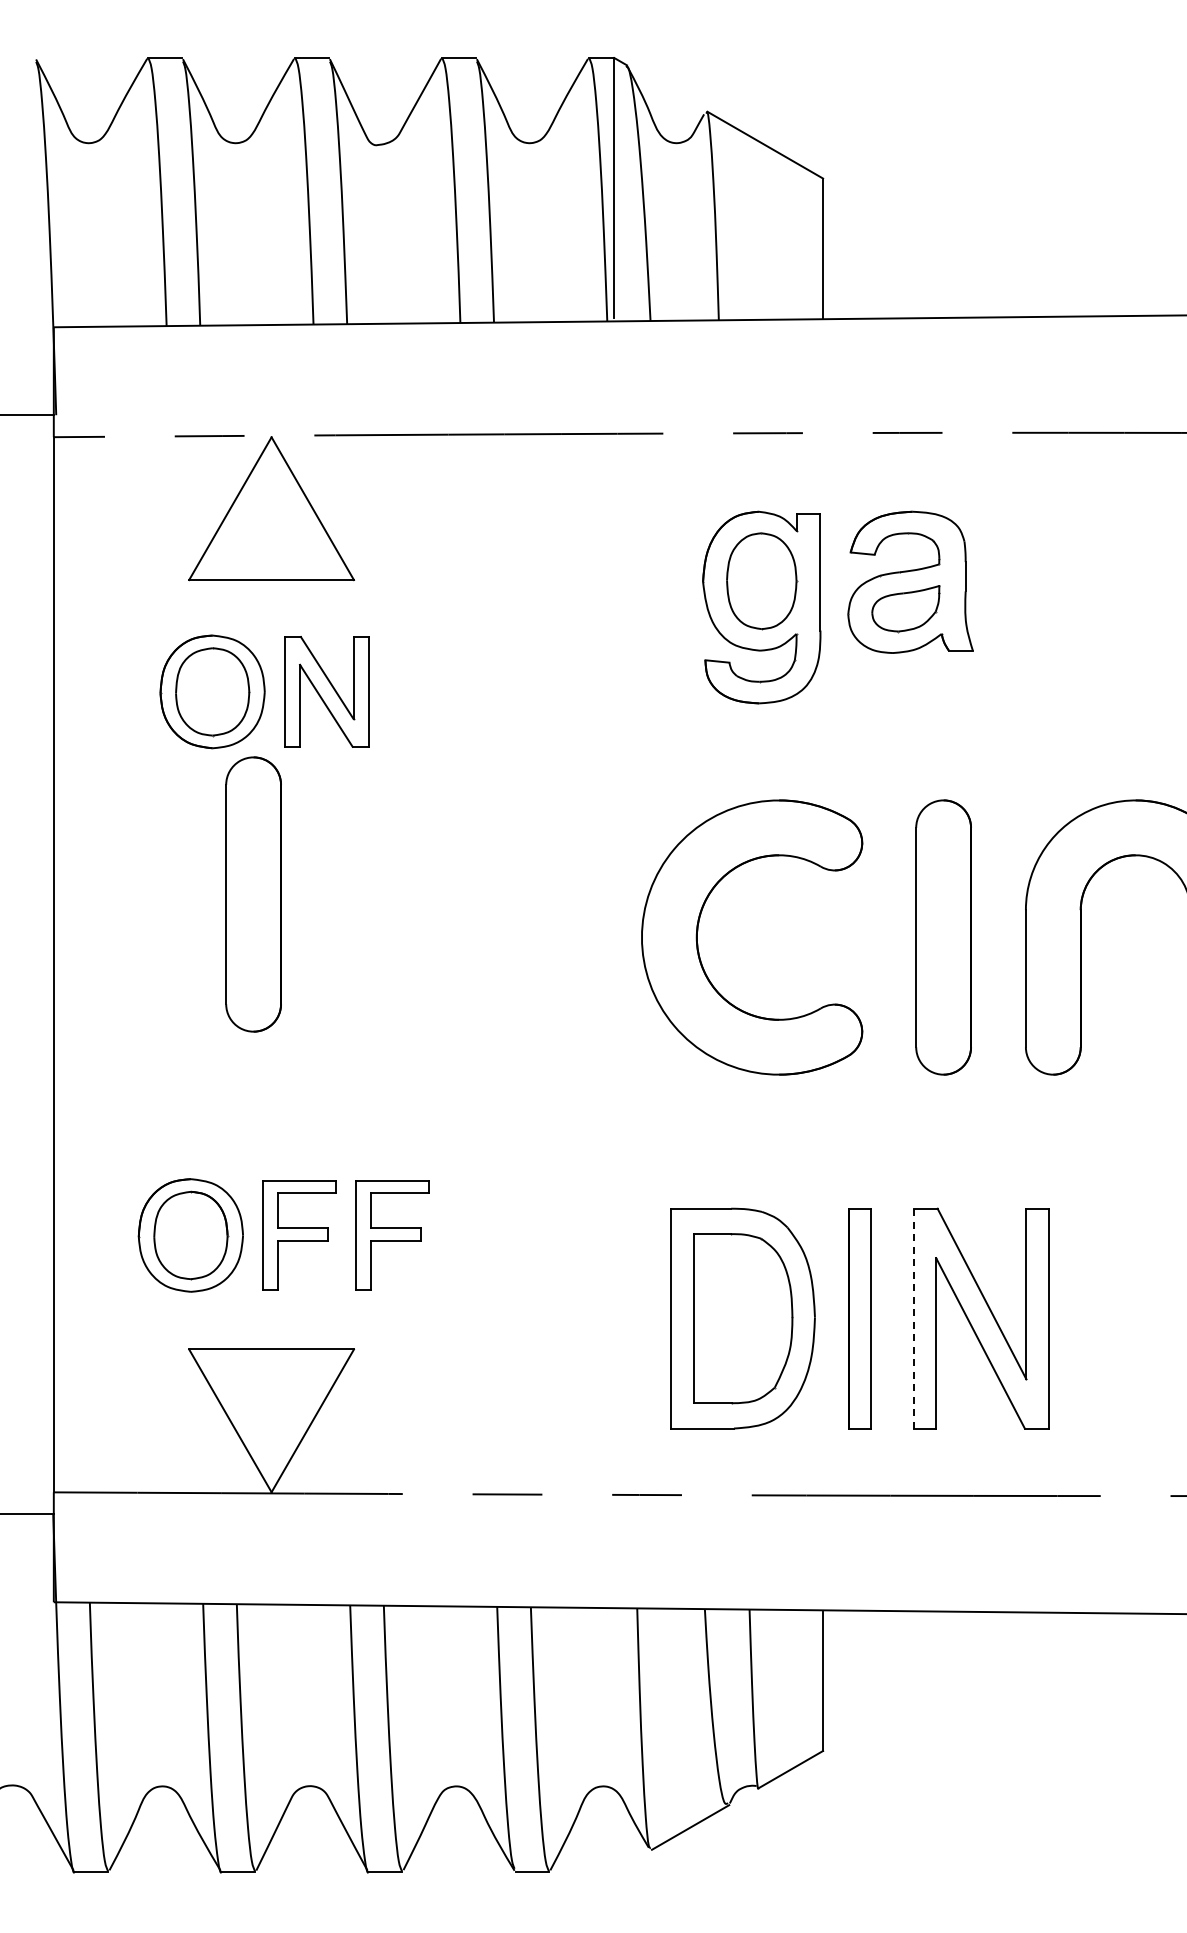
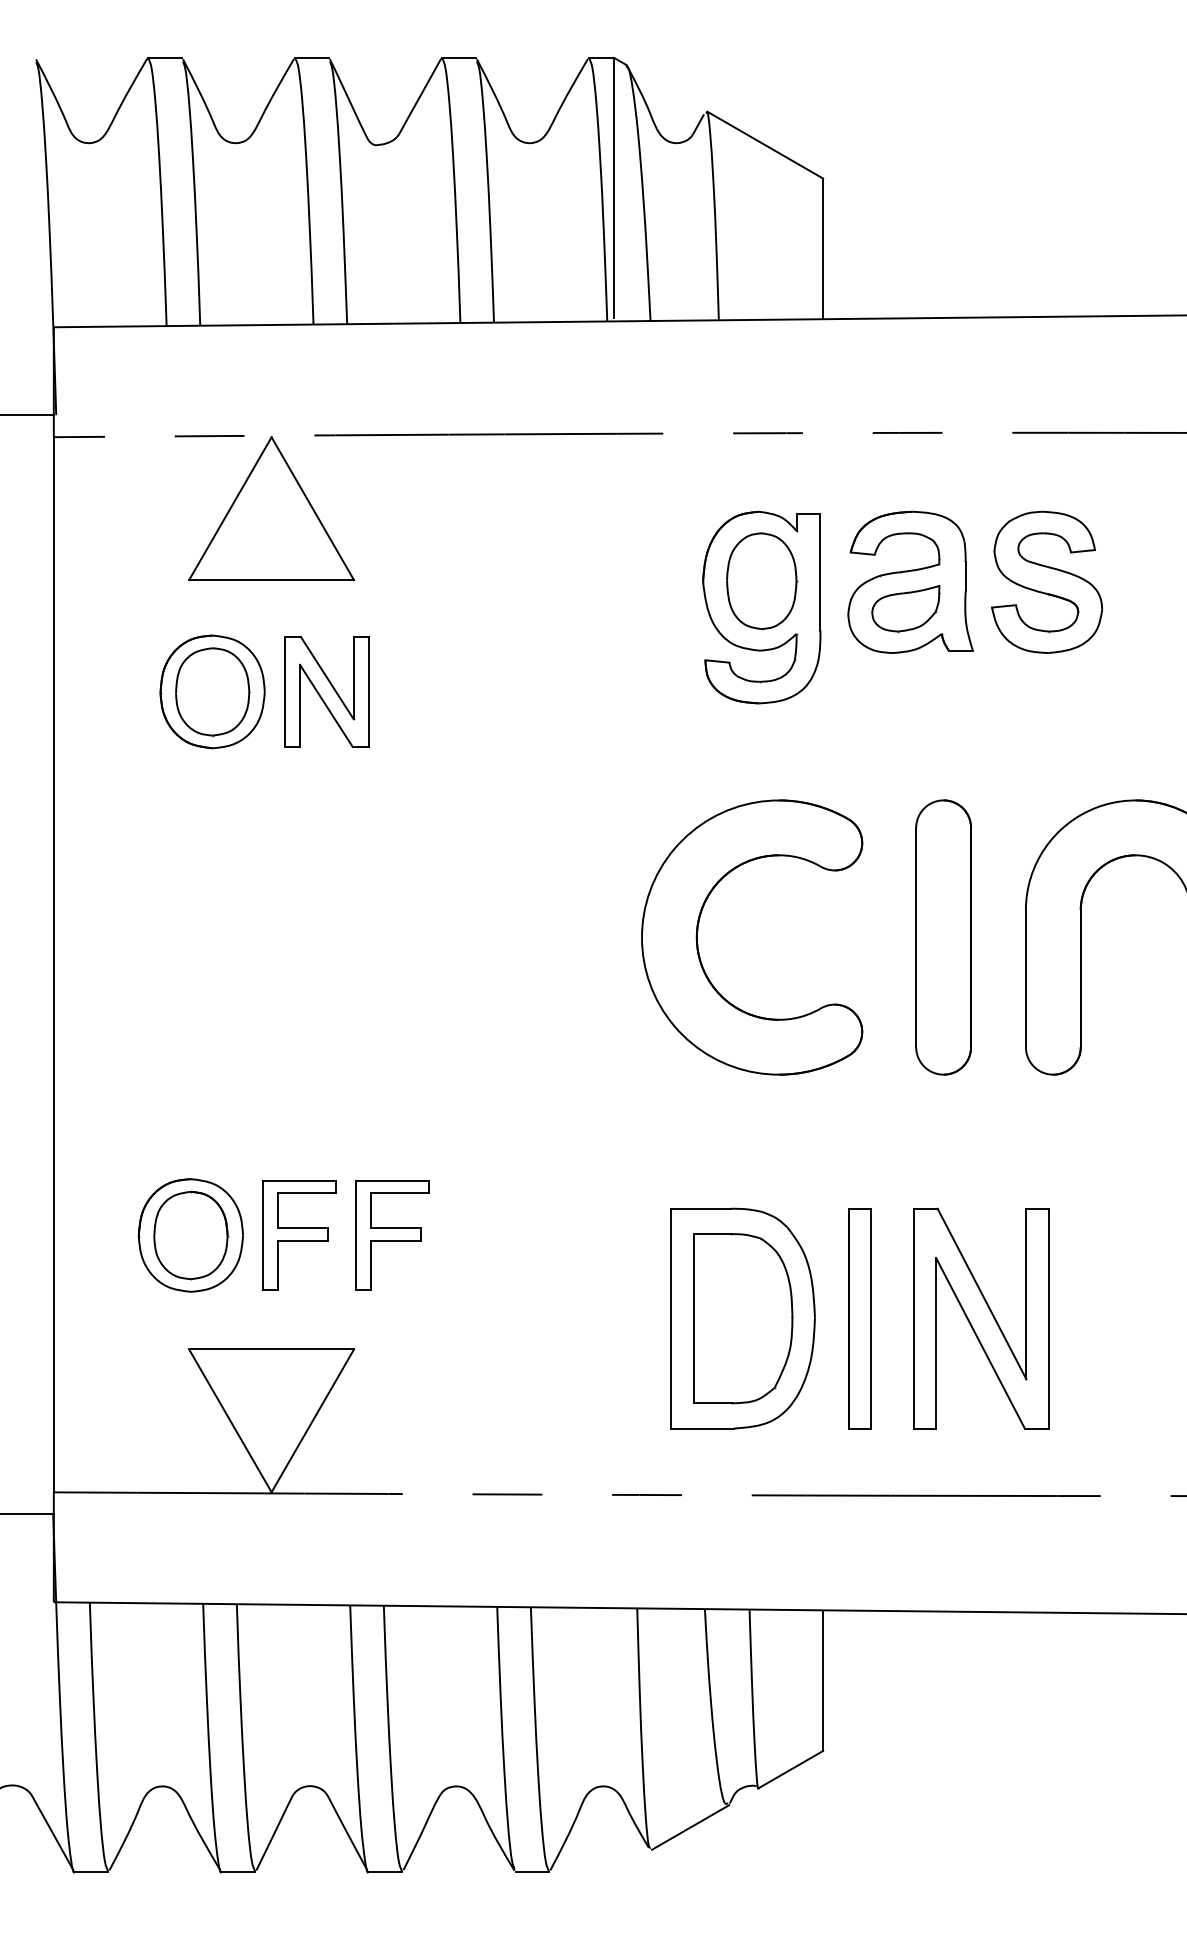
part at (1047, 581): none -> present
part at (253, 894): present -> none
line at (913, 1318): dashed -> solid
